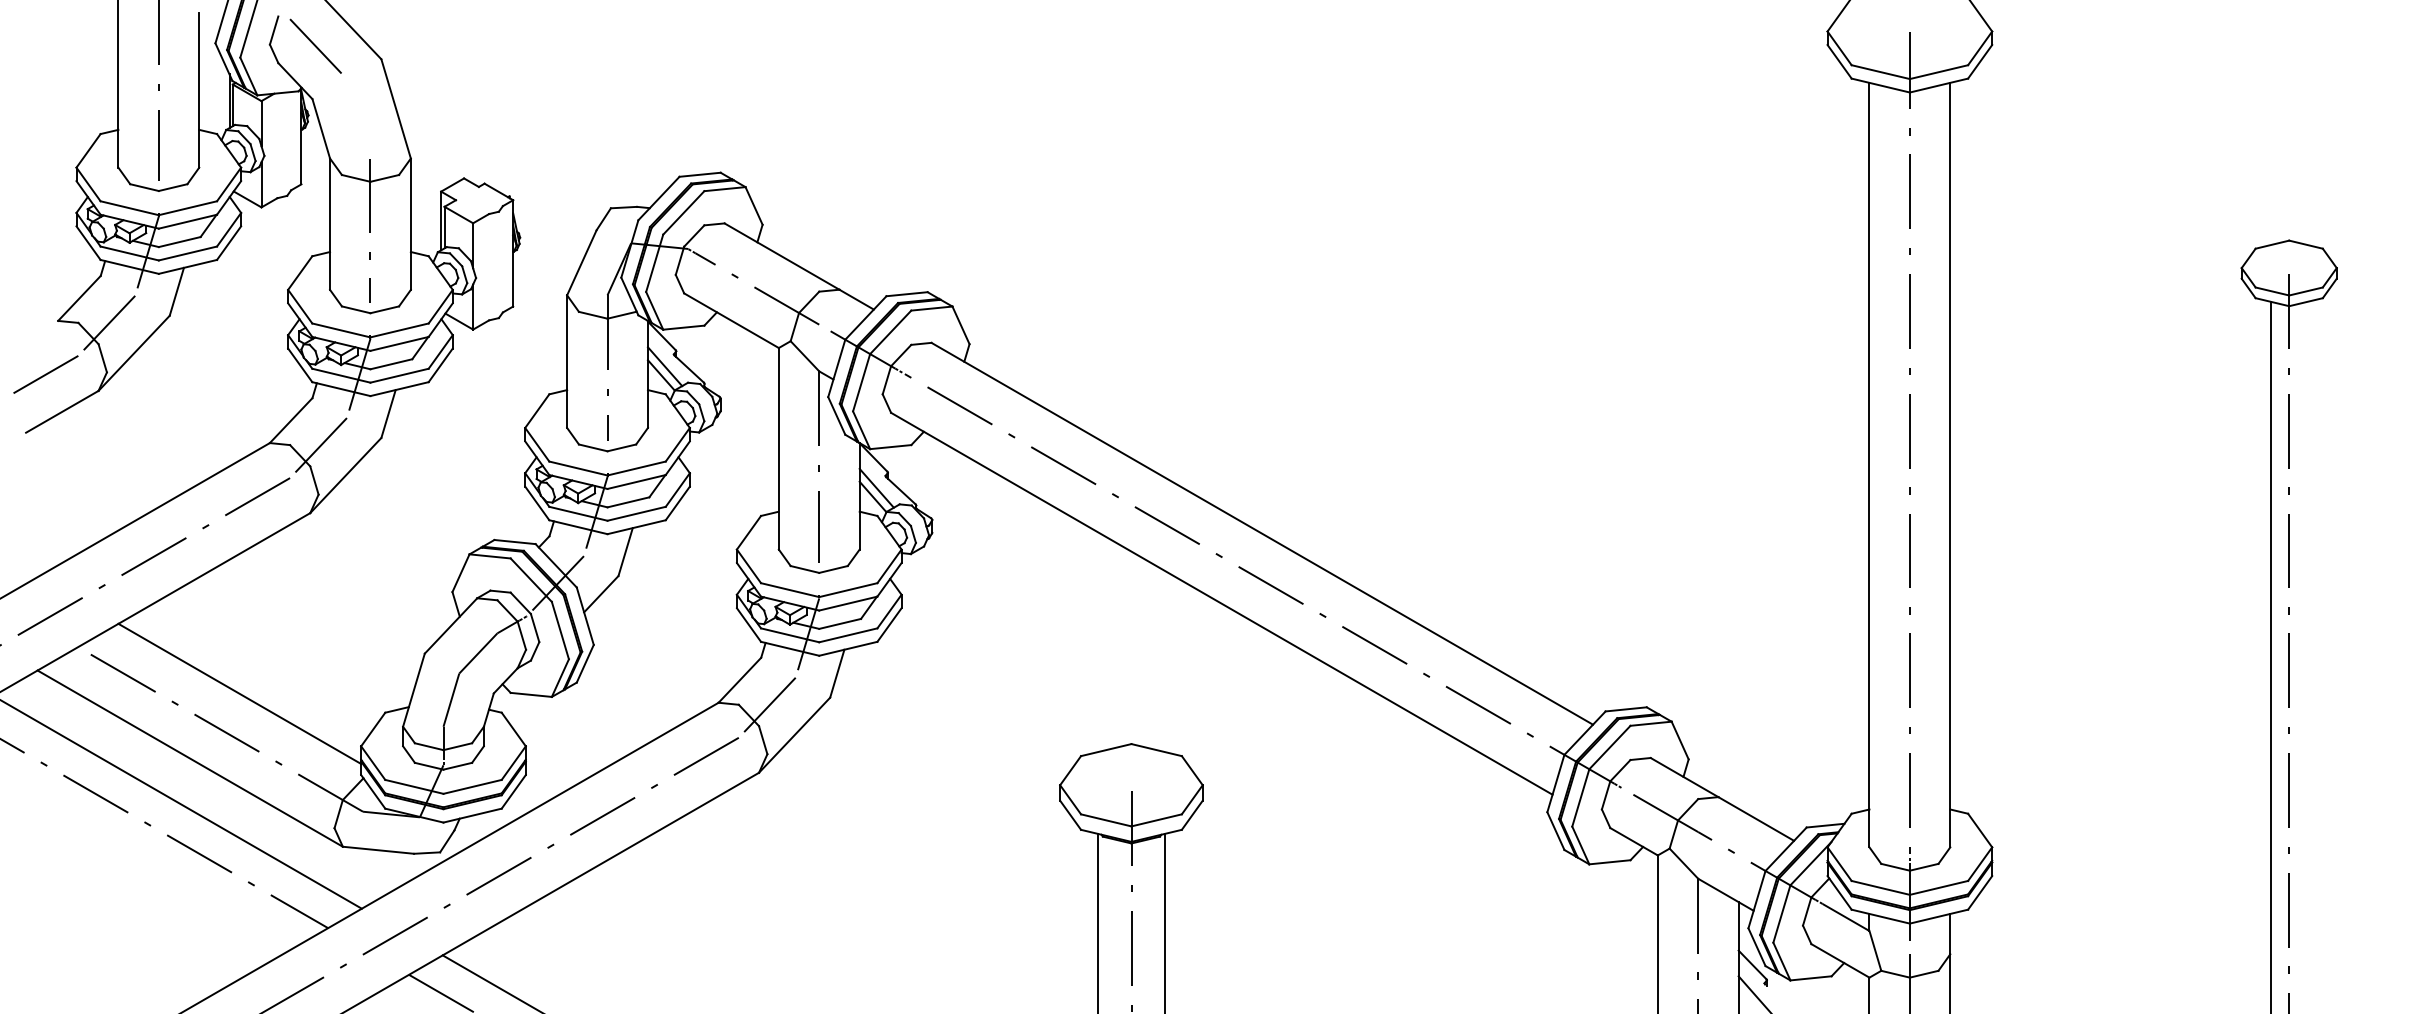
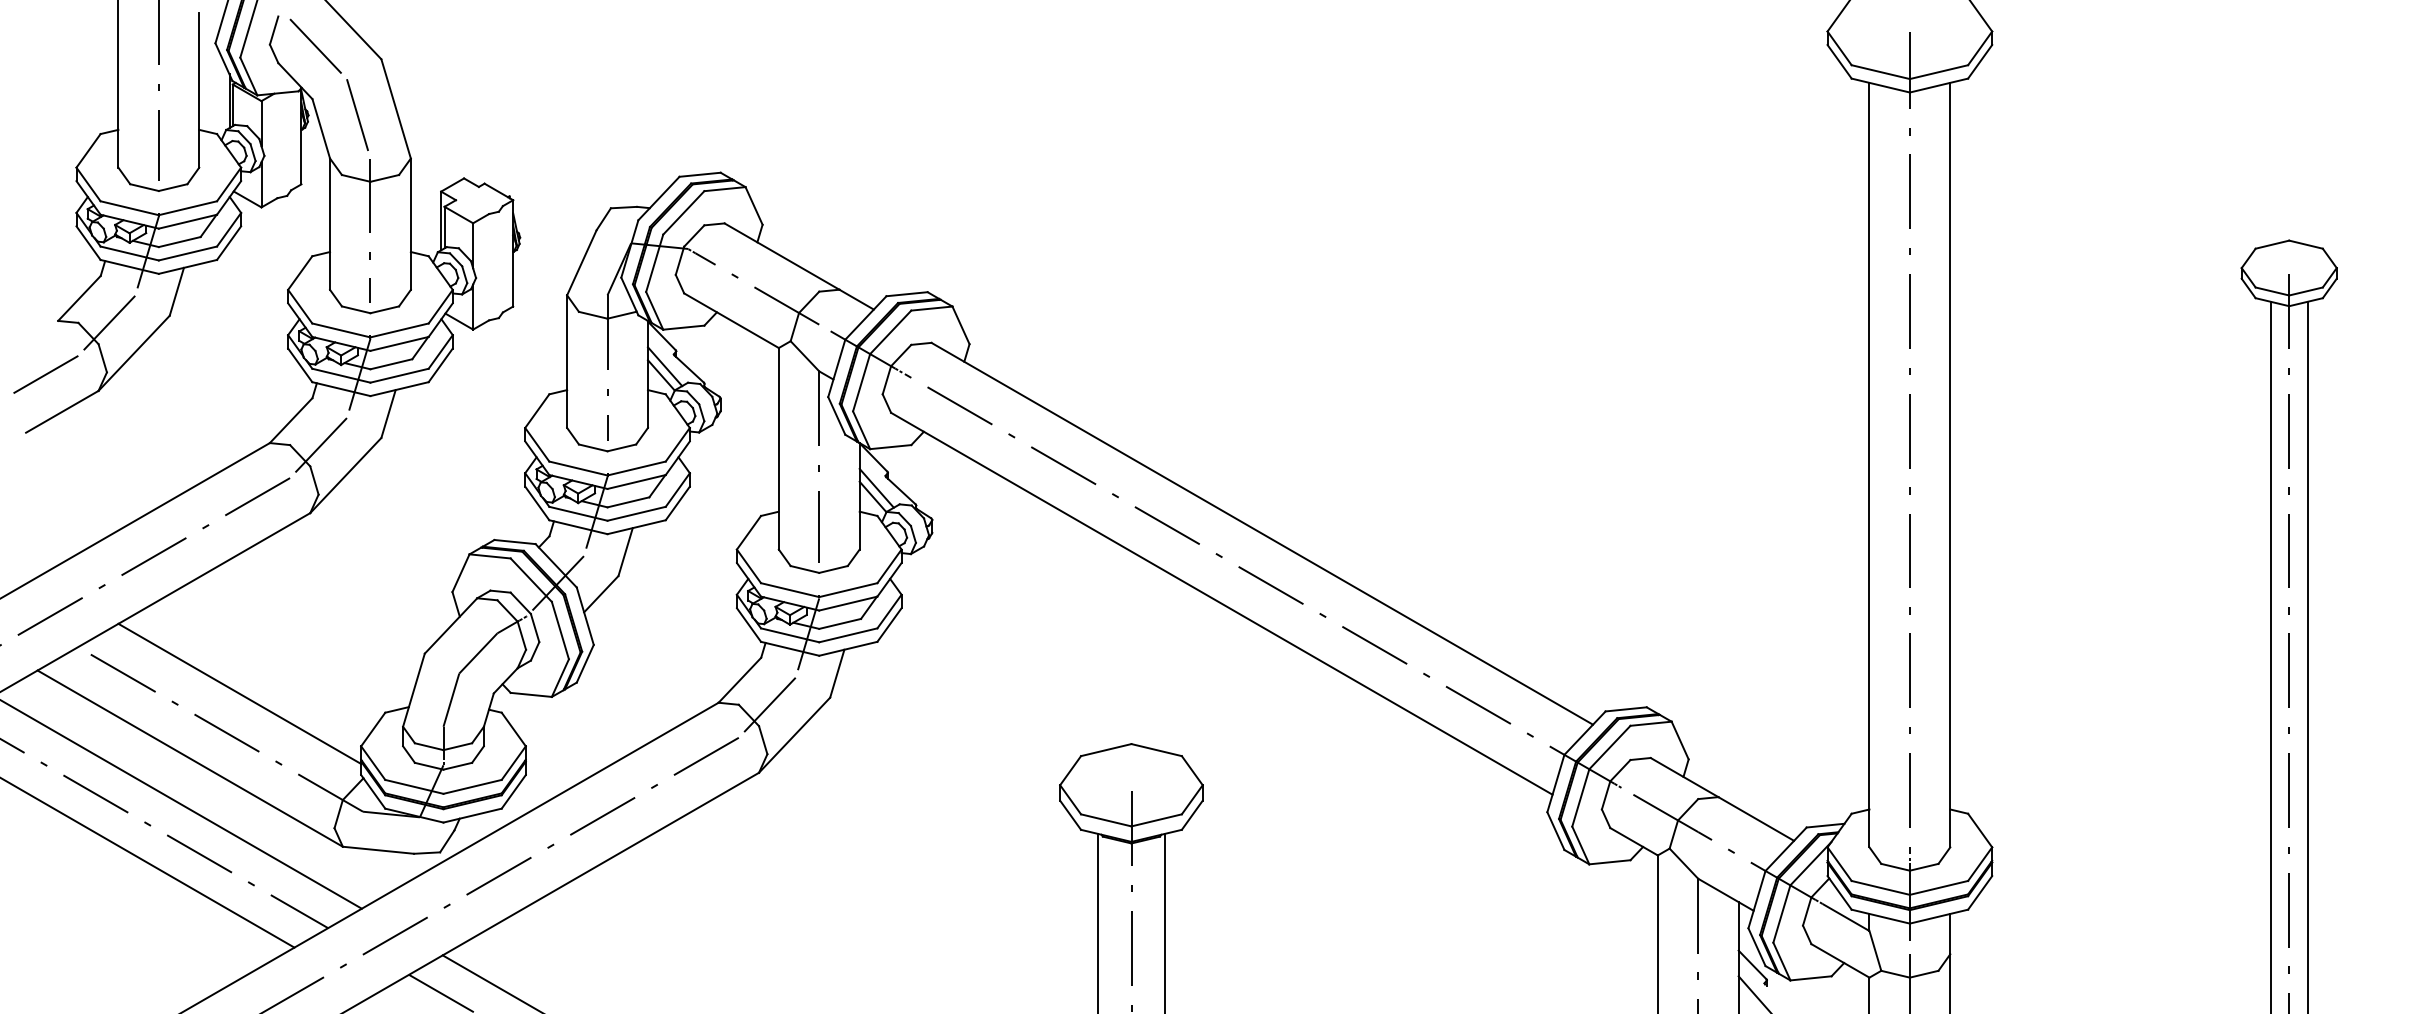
line at (357, 114): none -> present
line at (2307, 655): none -> present
line at (148, 862): none -> present
